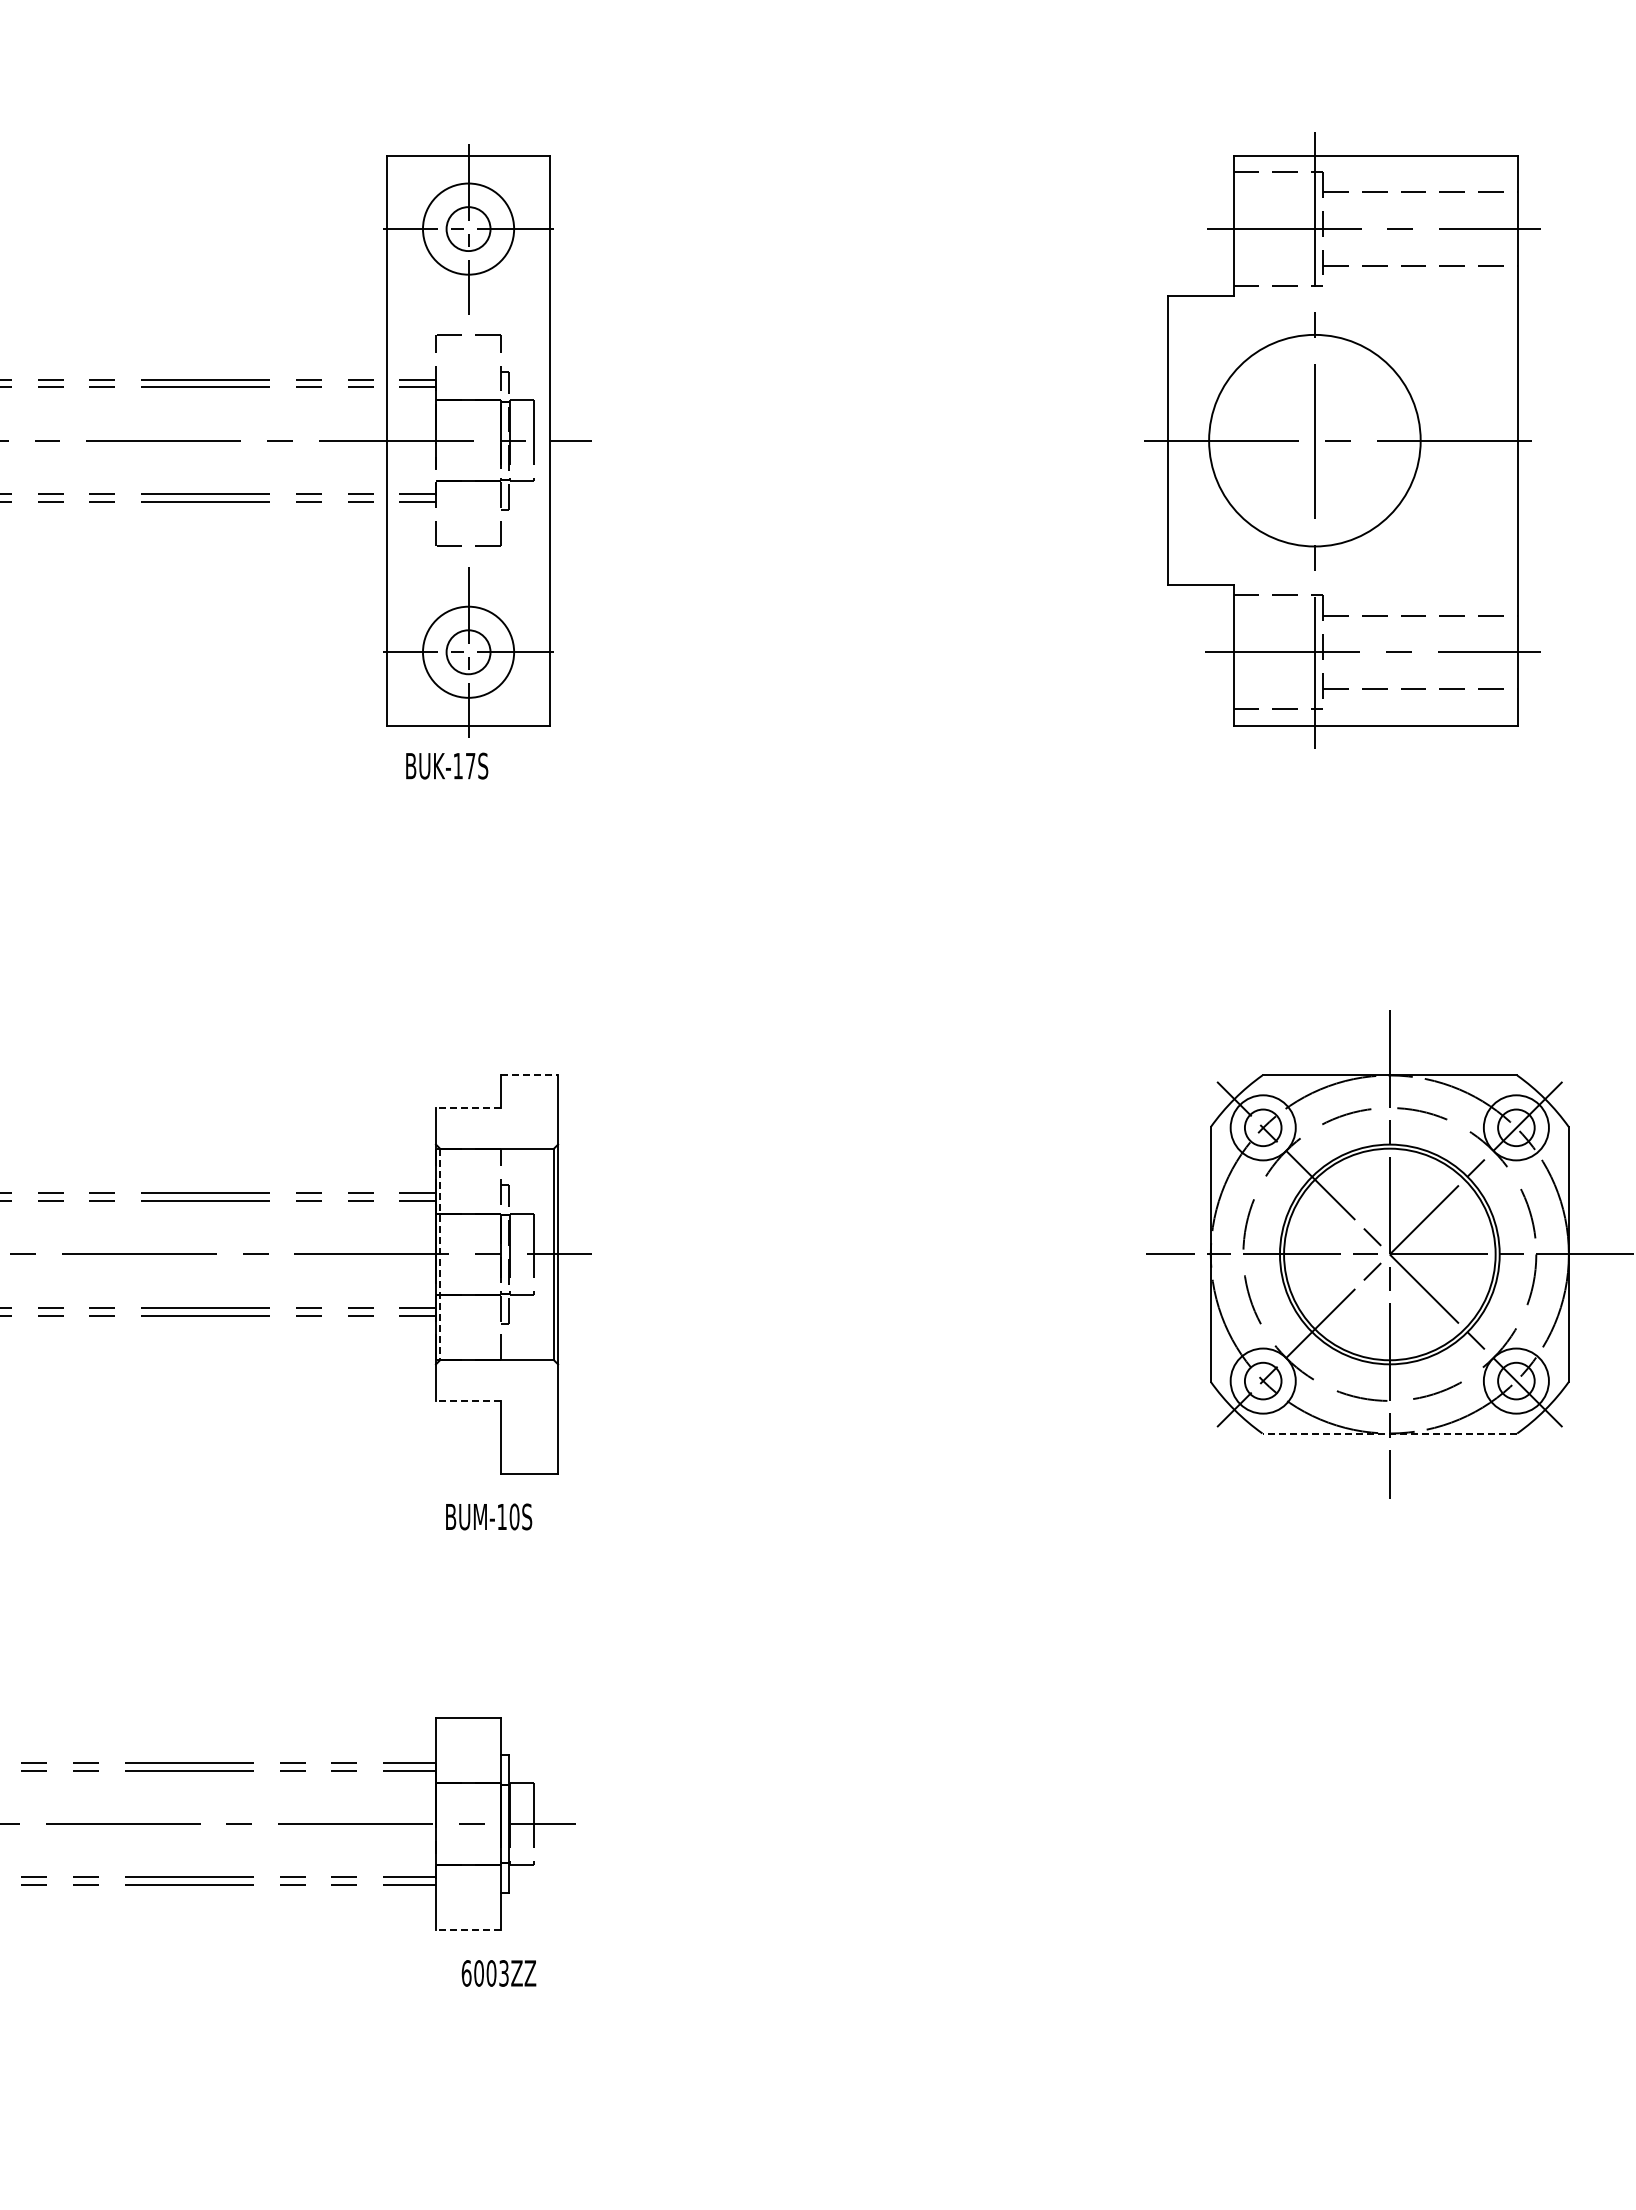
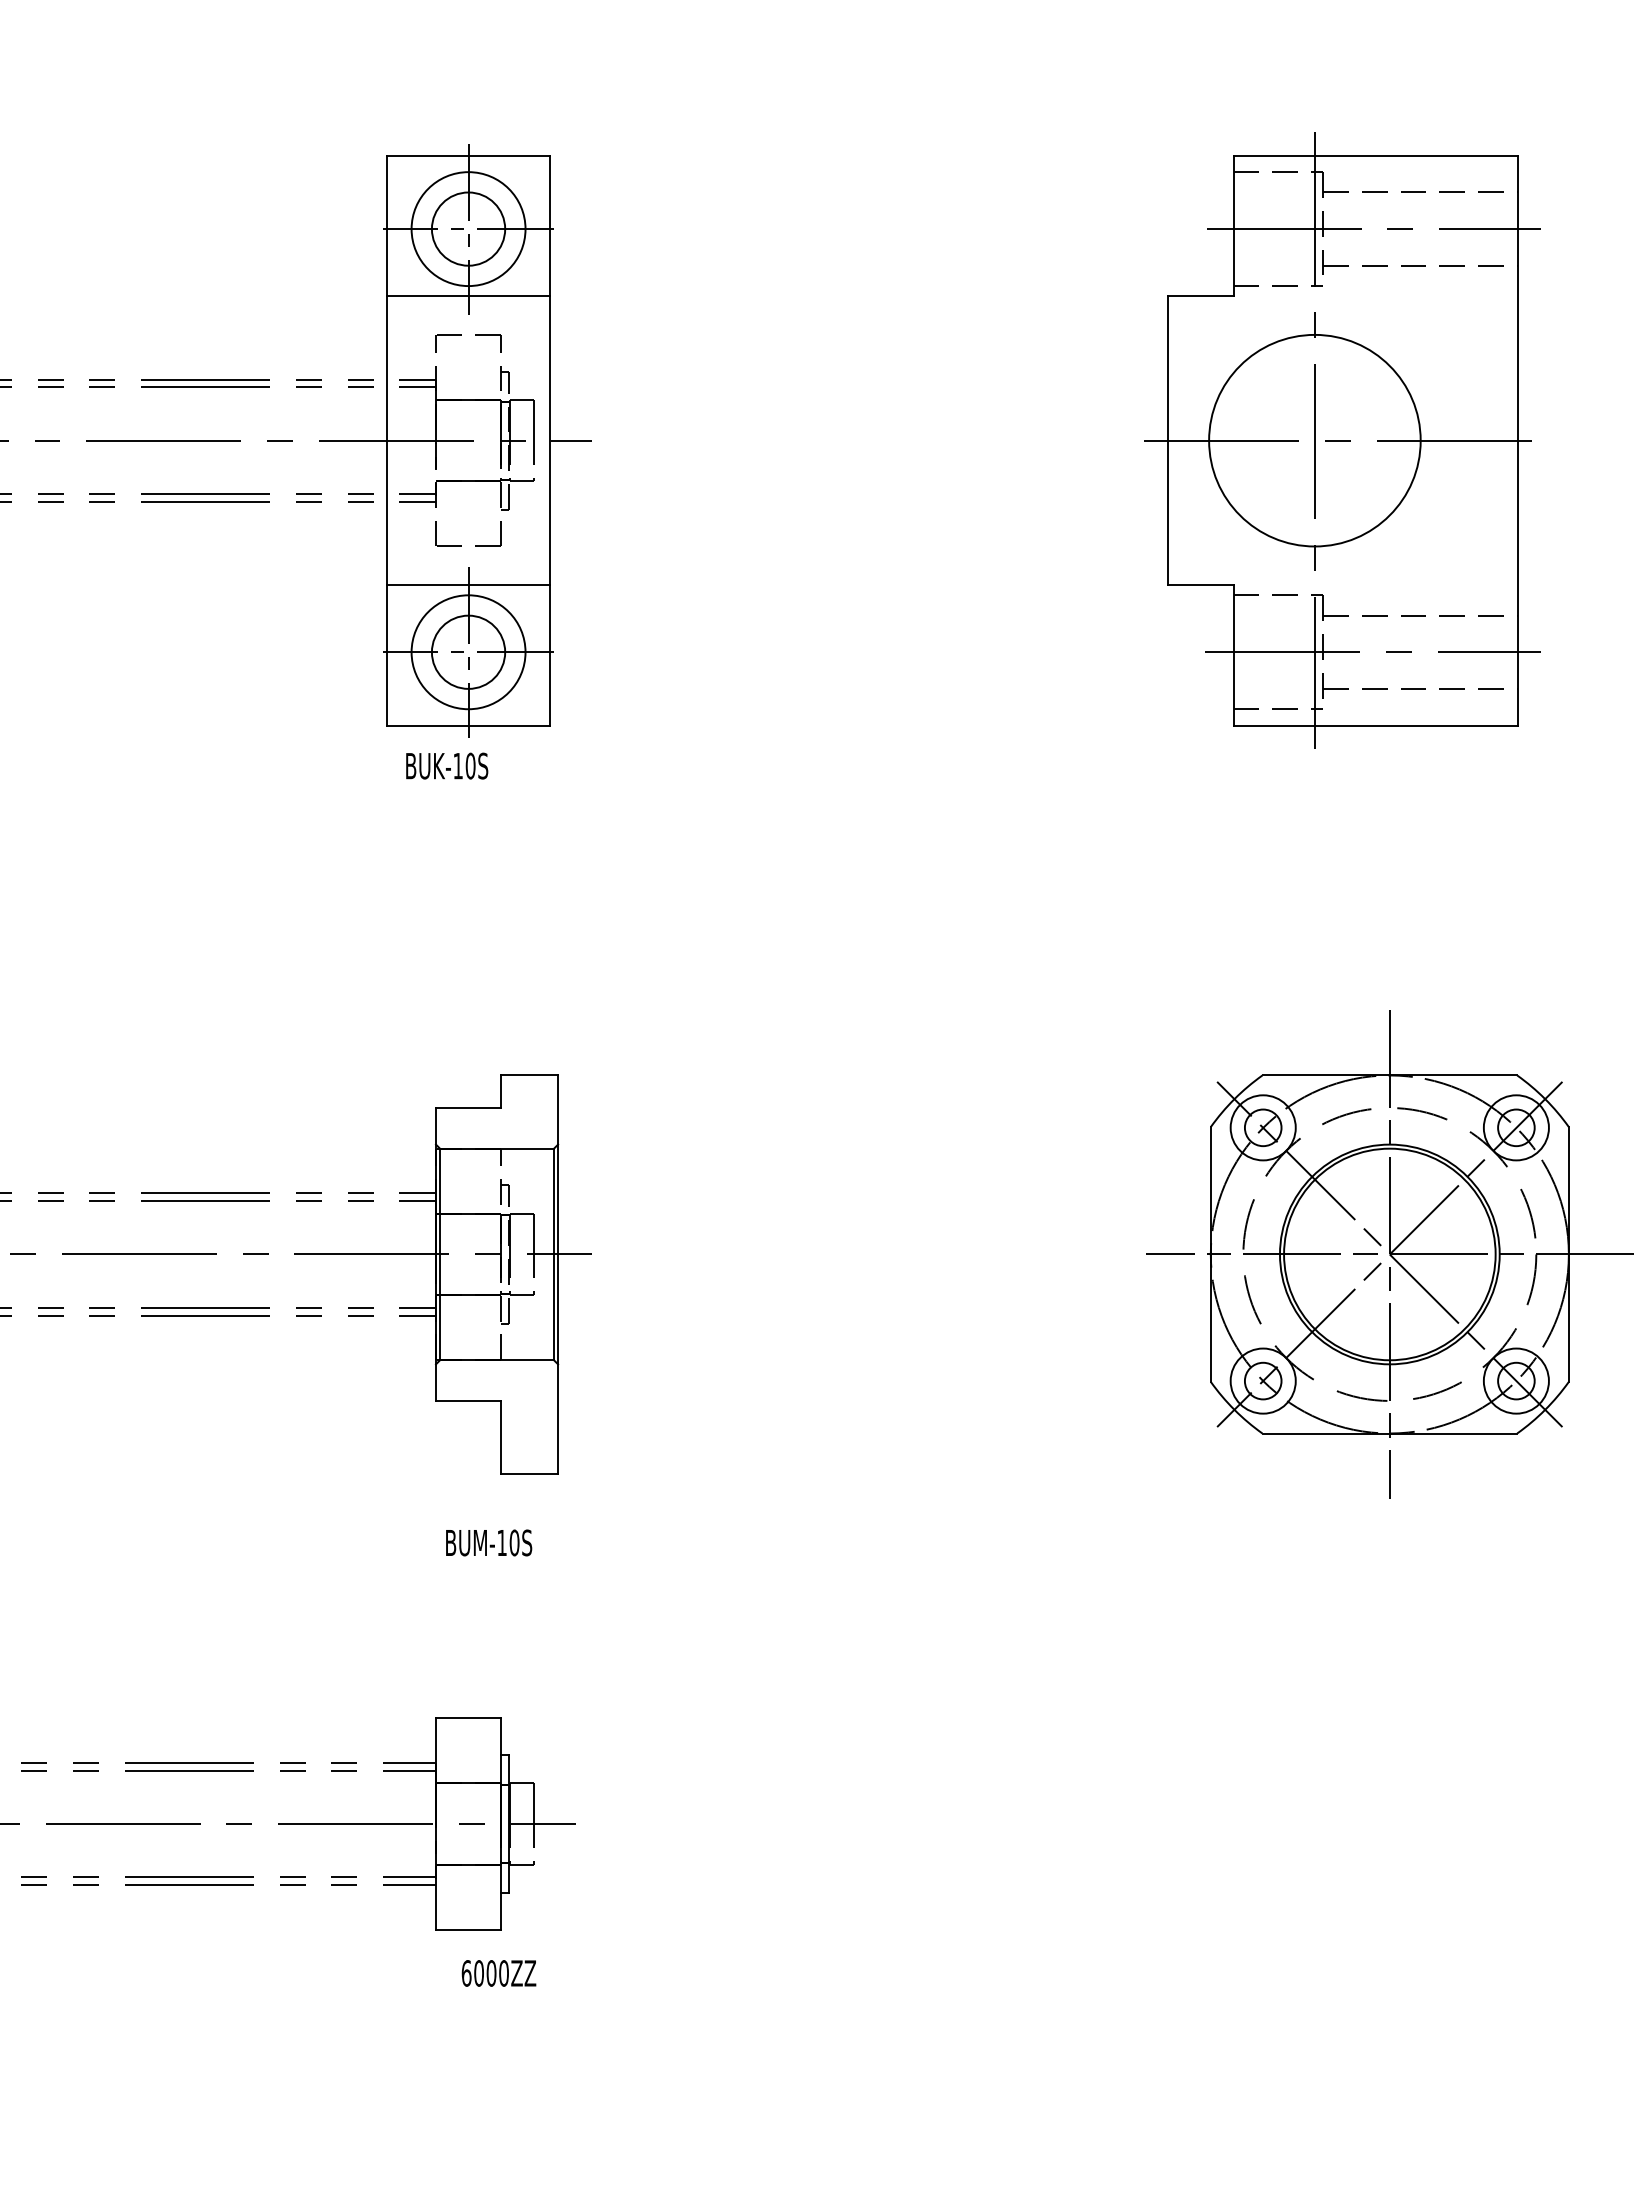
circle at (468, 228) diameter: 91 px -> 114 px
circle at (468, 229) diameter: 44 px -> 73 px
line at (468, 296): none -> present
line at (468, 585): none -> present
circle at (468, 651) diameter: 91 px -> 114 px
circle at (468, 652) diameter: 44 px -> 73 px
text at (470, 765): BUK-17S -> BUK-10S
line at (530, 1075): dashed -> solid
line at (468, 1108): dashed -> solid
line at (440, 1254): dashed -> solid
line at (468, 1400): dashed -> solid
line at (1389, 1433): dashed -> solid
text at (489, 1516) position: (489, 1516) -> (489, 1542)
line at (468, 1929): dashed -> solid
text at (503, 1973): 6003ZZ -> 6000ZZ
